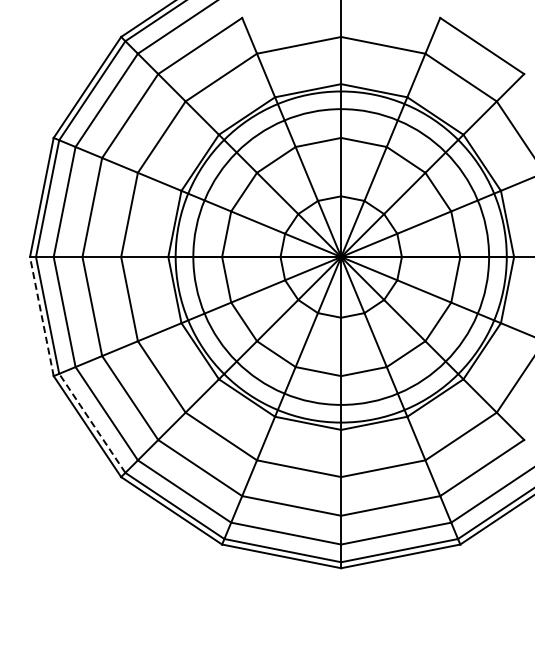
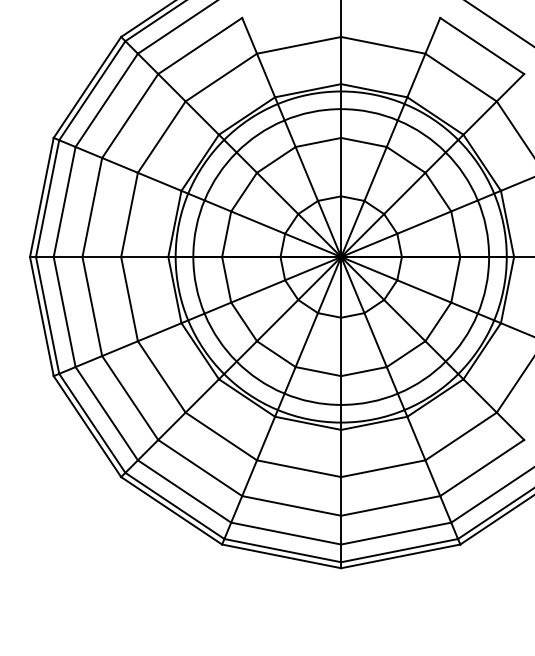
line at (499, 23): none -> present
line at (41, 316): dashed -> solid
line at (92, 423): dashed -> solid
